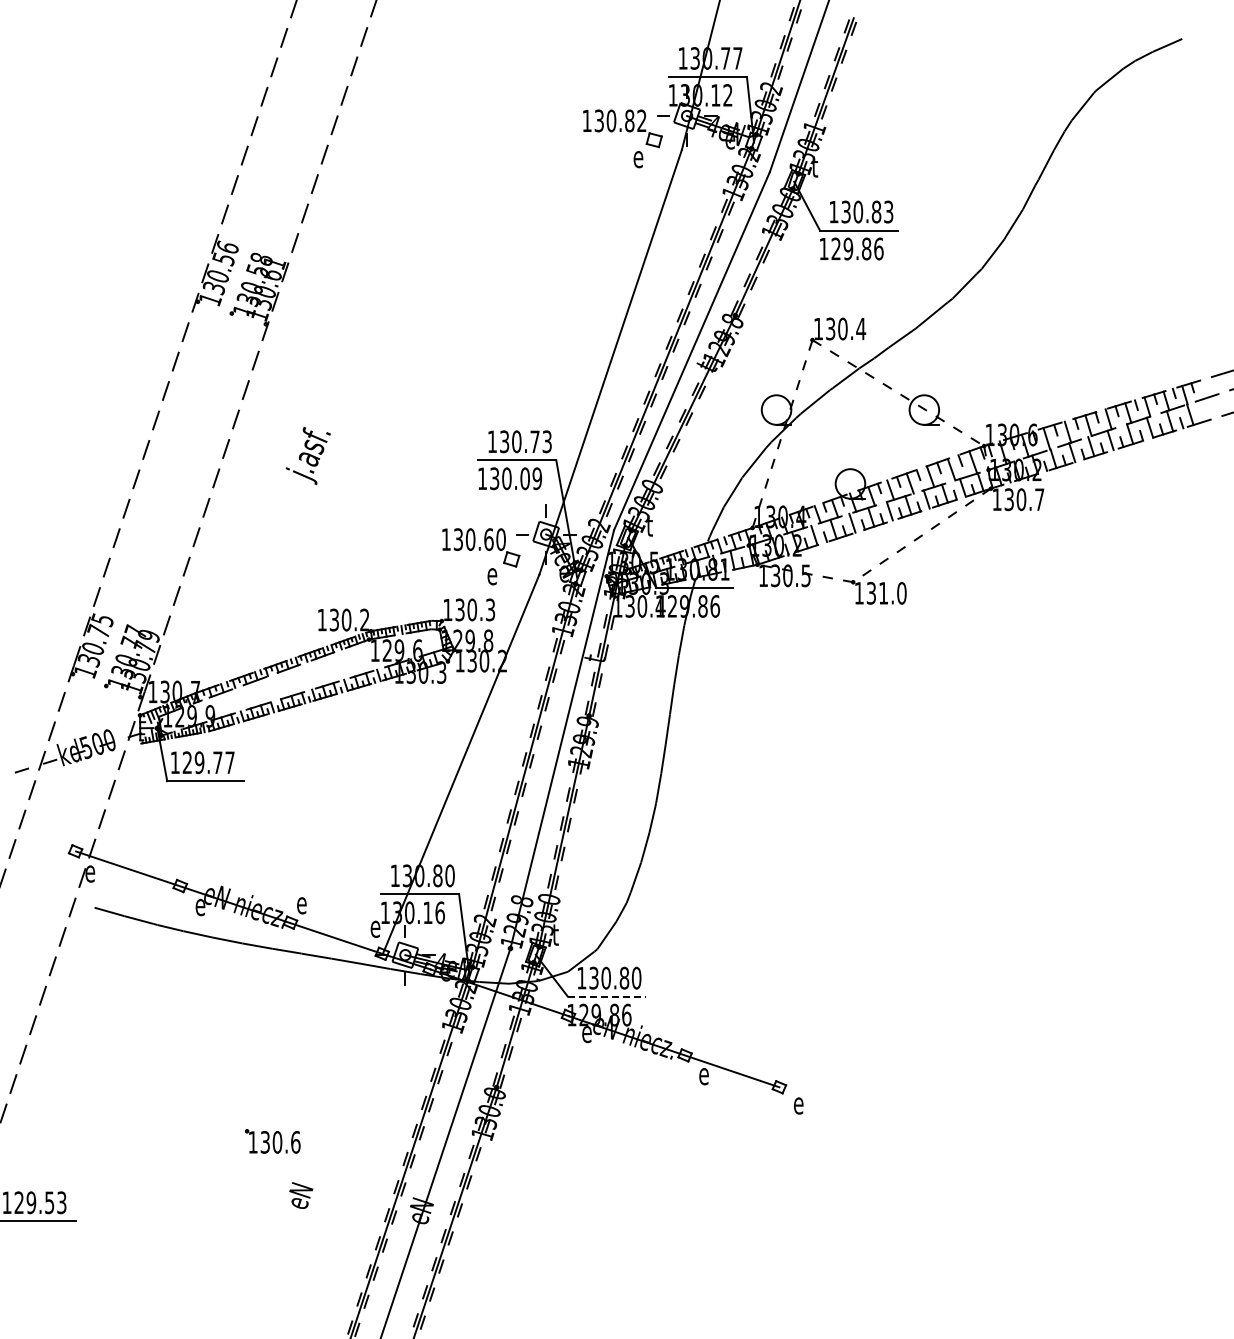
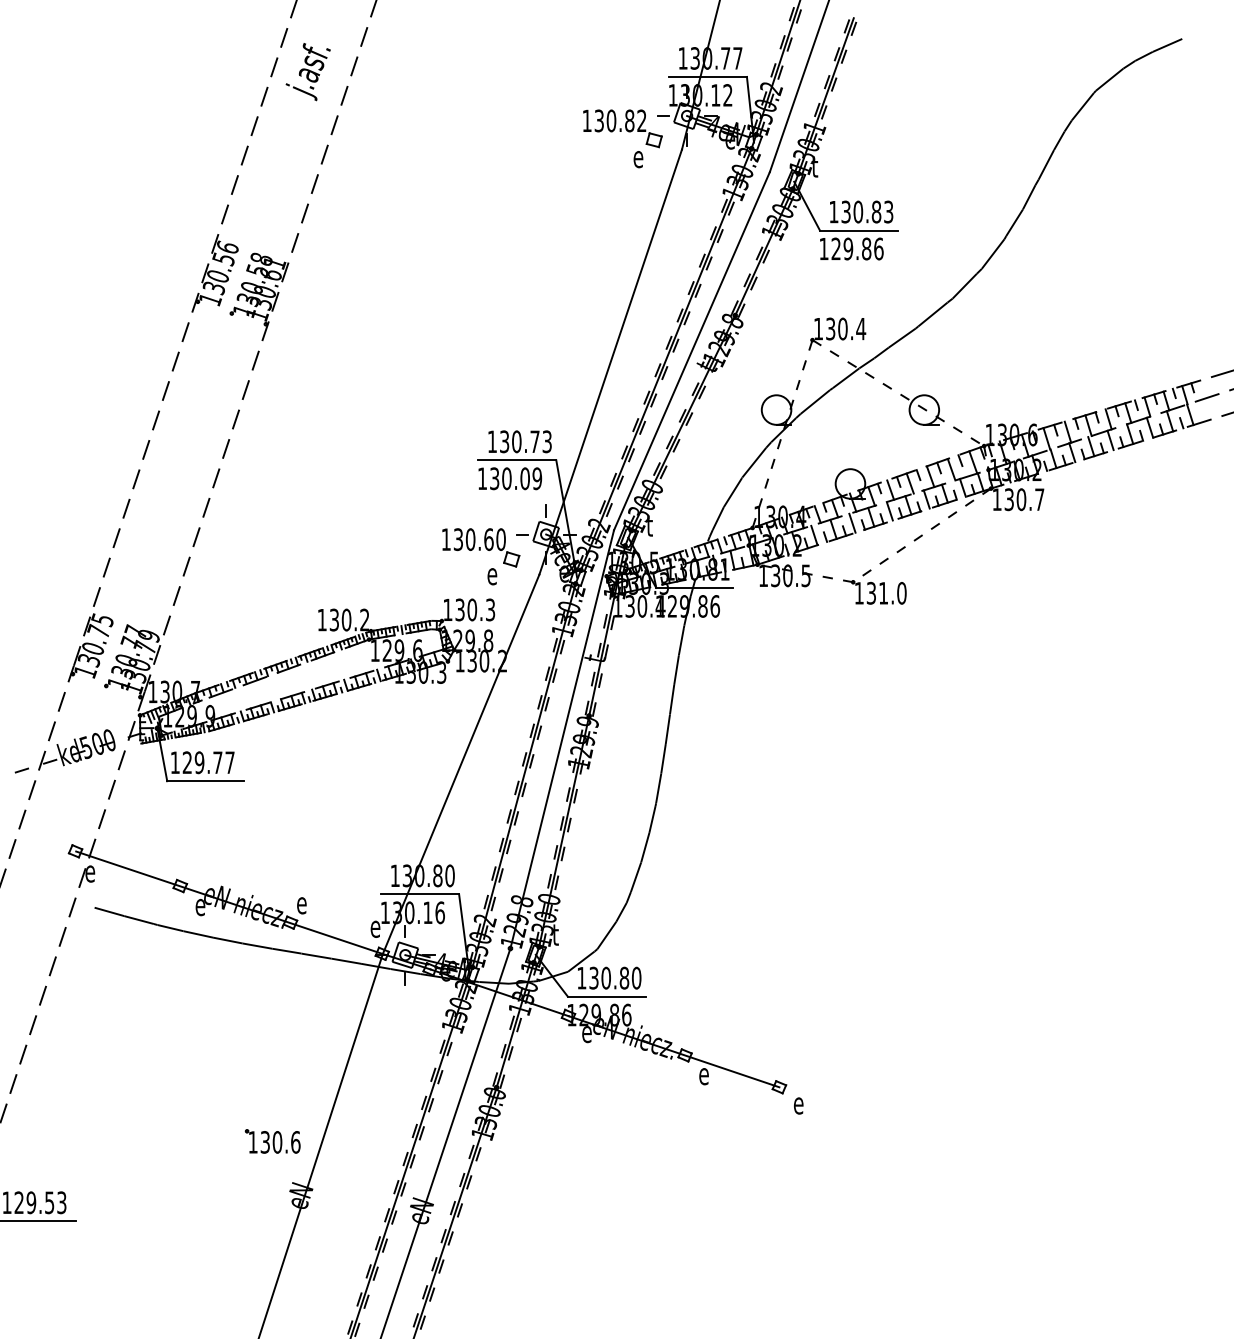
text at (307, 456) position: (307, 456) -> (307, 72)
line at (606, 996): dashed -> solid
line at (320, 1144): none -> present
